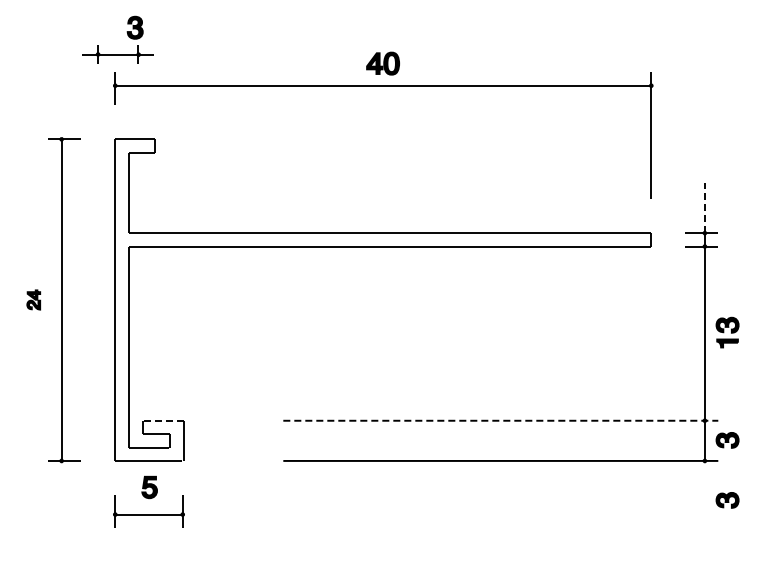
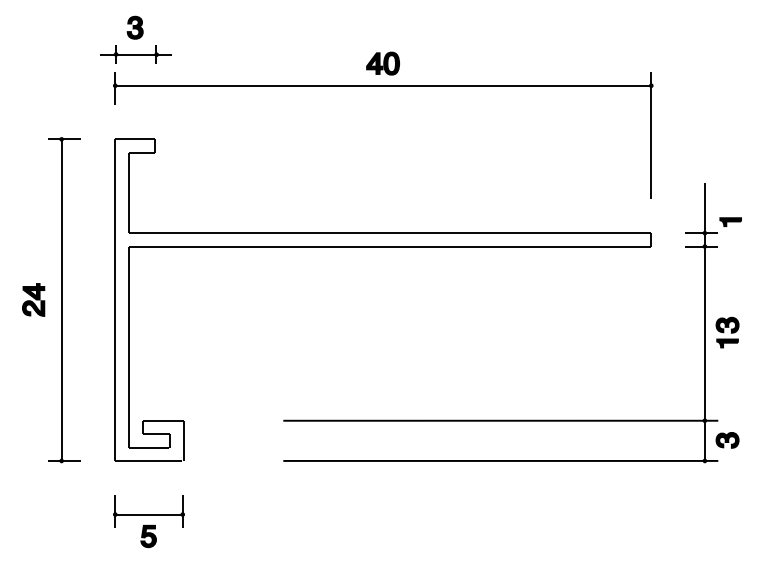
part at (117, 54) position: (117, 54) -> (135, 54)
line at (704, 207): dashed -> solid
part at (730, 221): none -> present
part at (33, 299) size: 15x22 px -> 24x34 px
line at (163, 420): dashed -> solid
line at (501, 420): dashed -> solid
part at (149, 487) position: (149, 487) -> (148, 536)
part at (727, 500): present -> none
